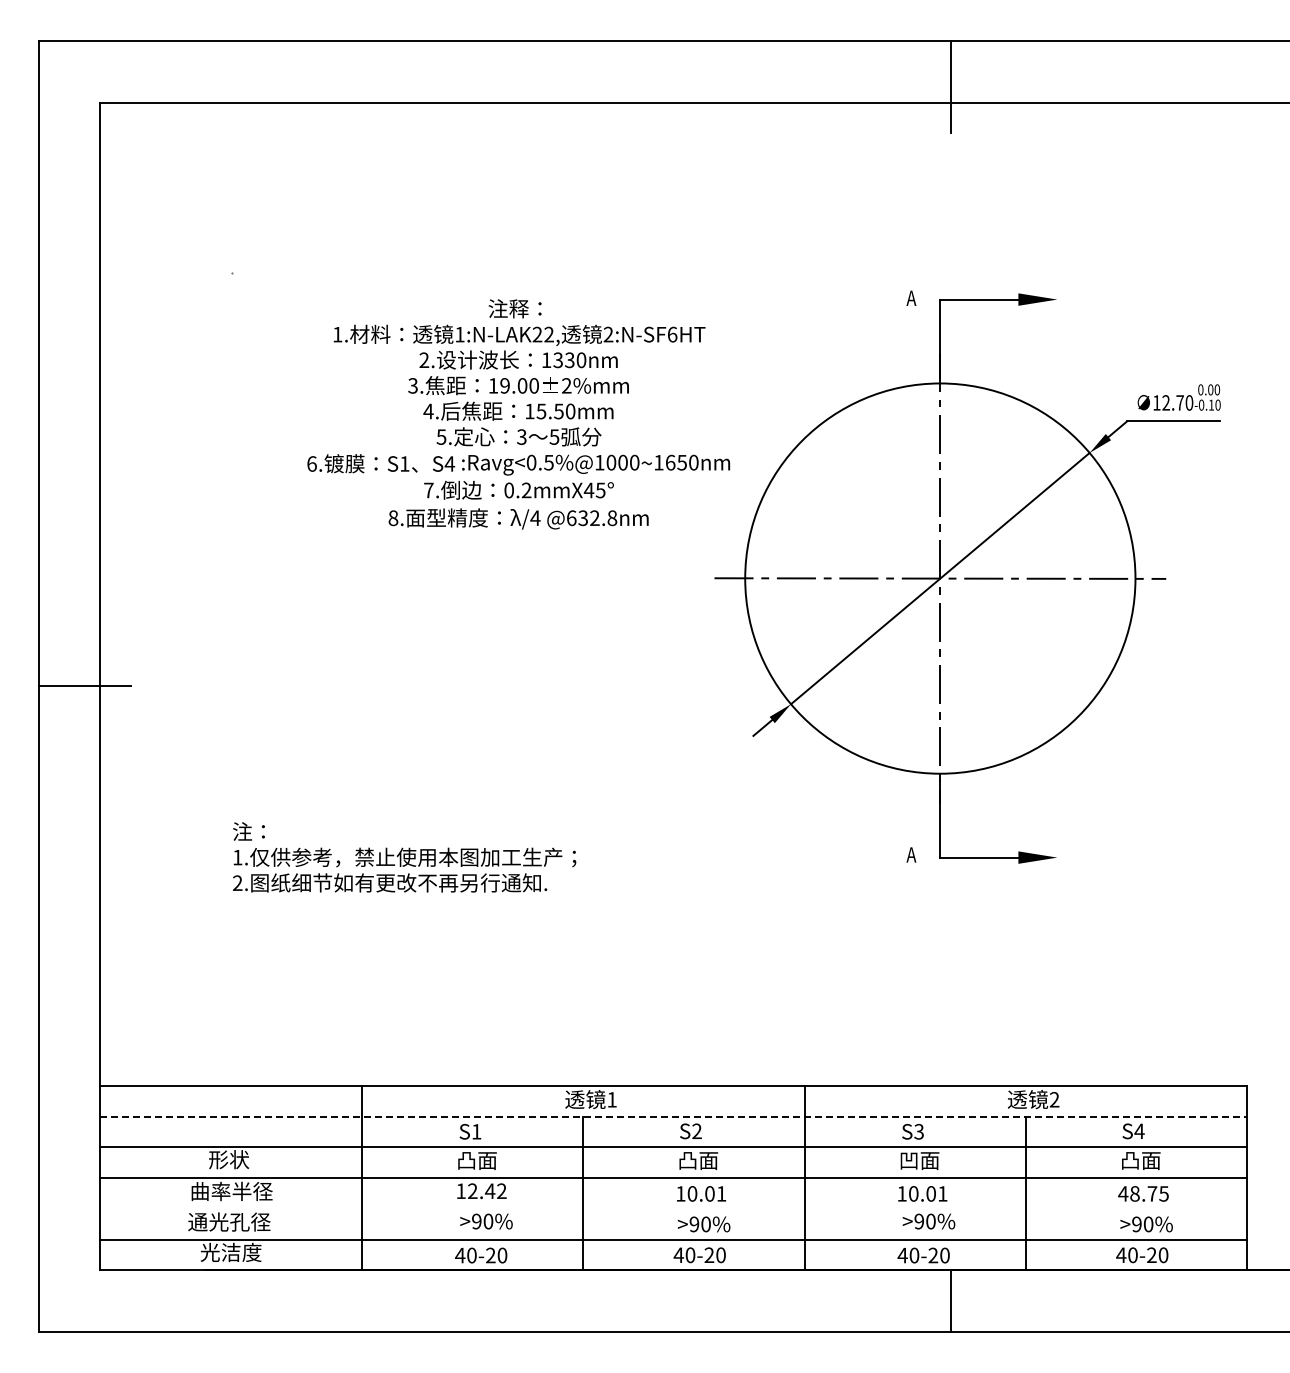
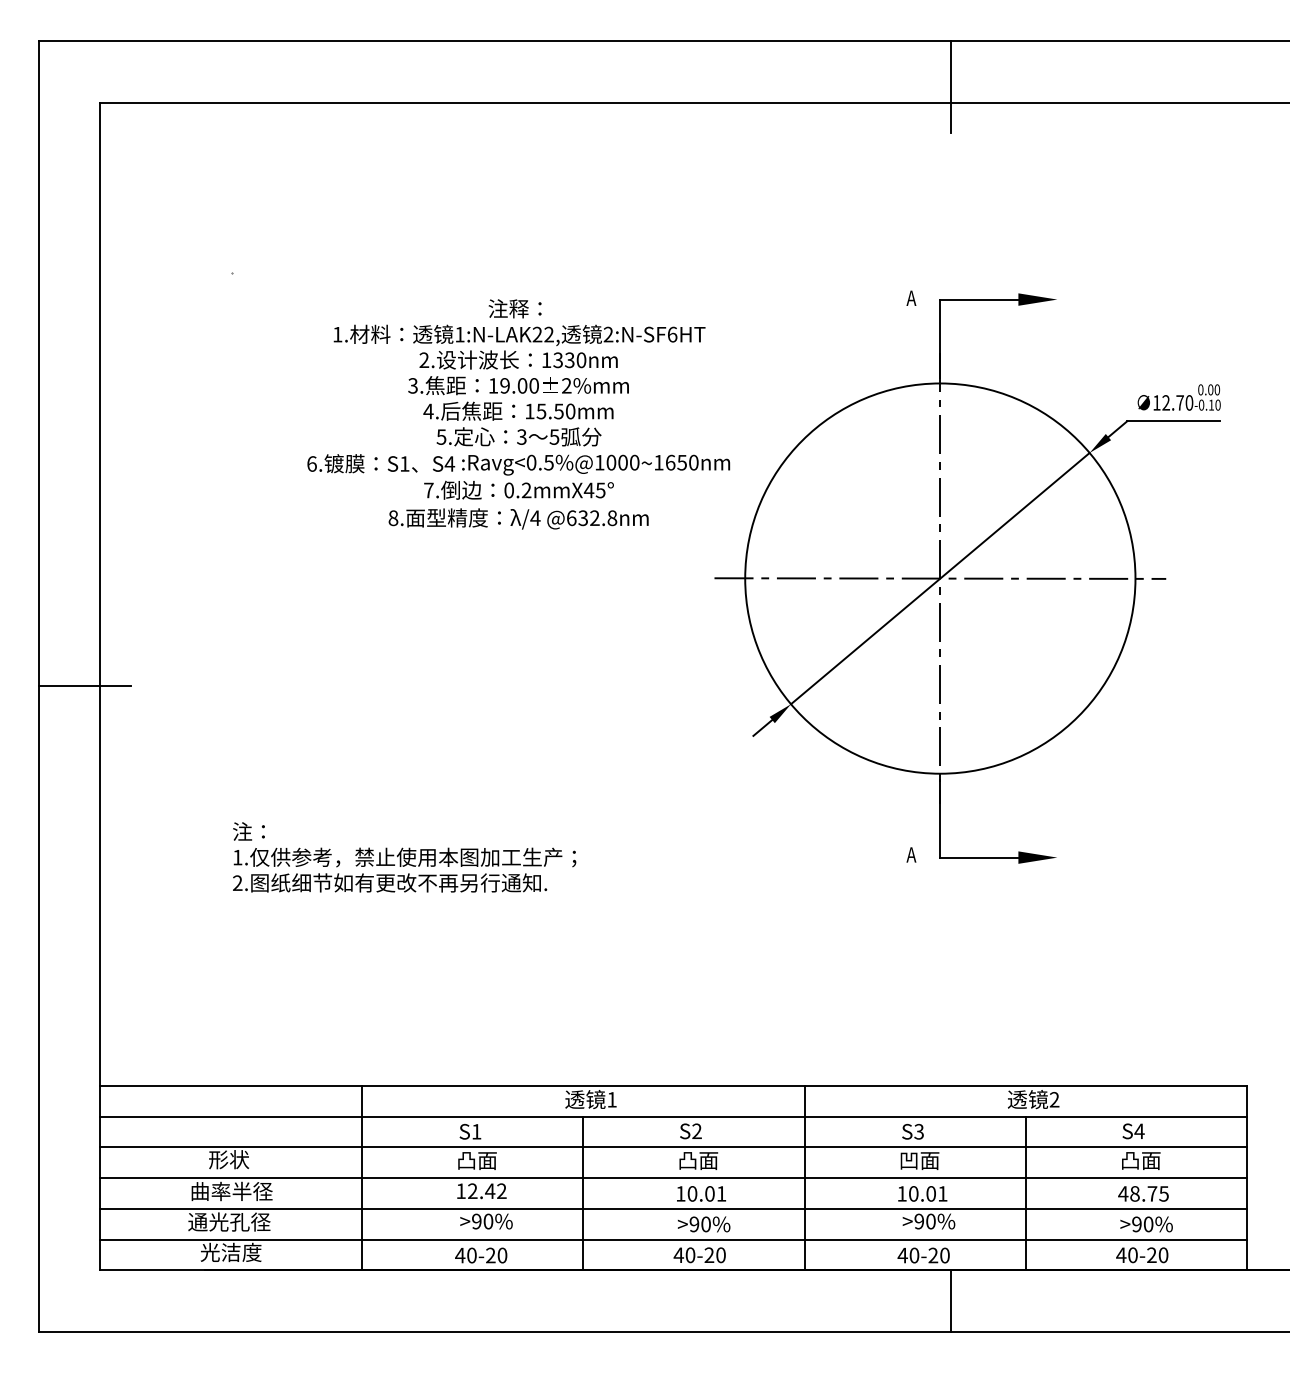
line at (673, 1116): dashed -> solid
line at (673, 1208): none -> present
